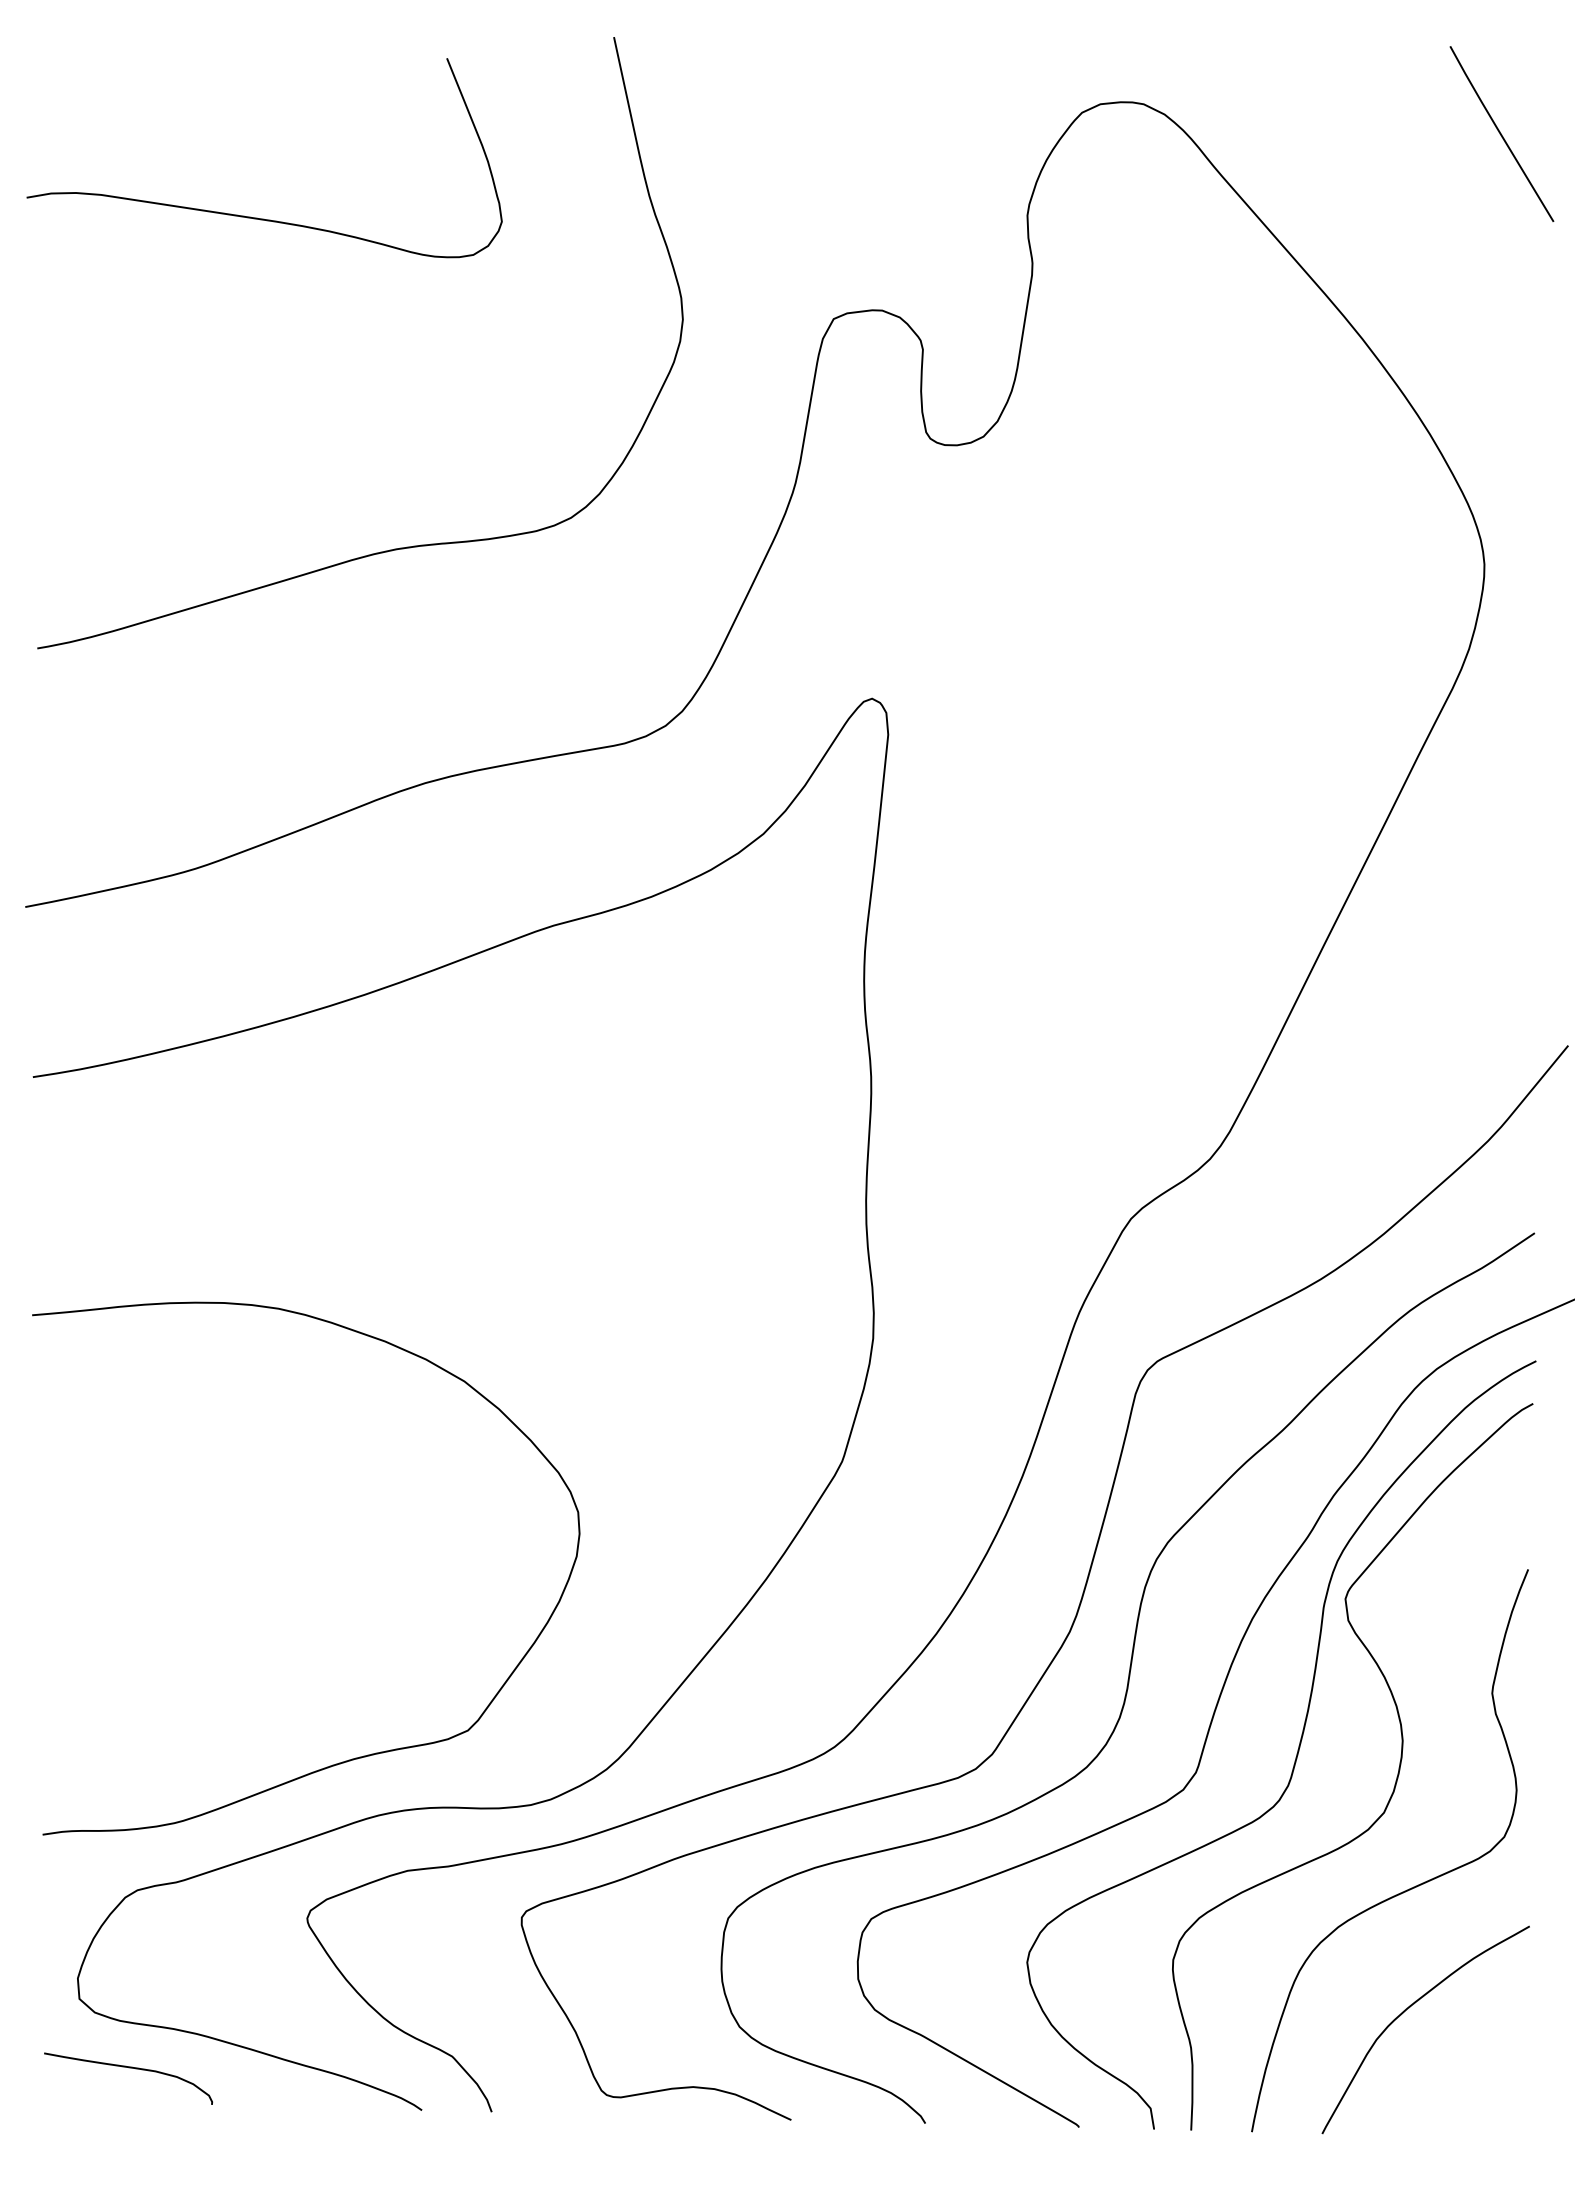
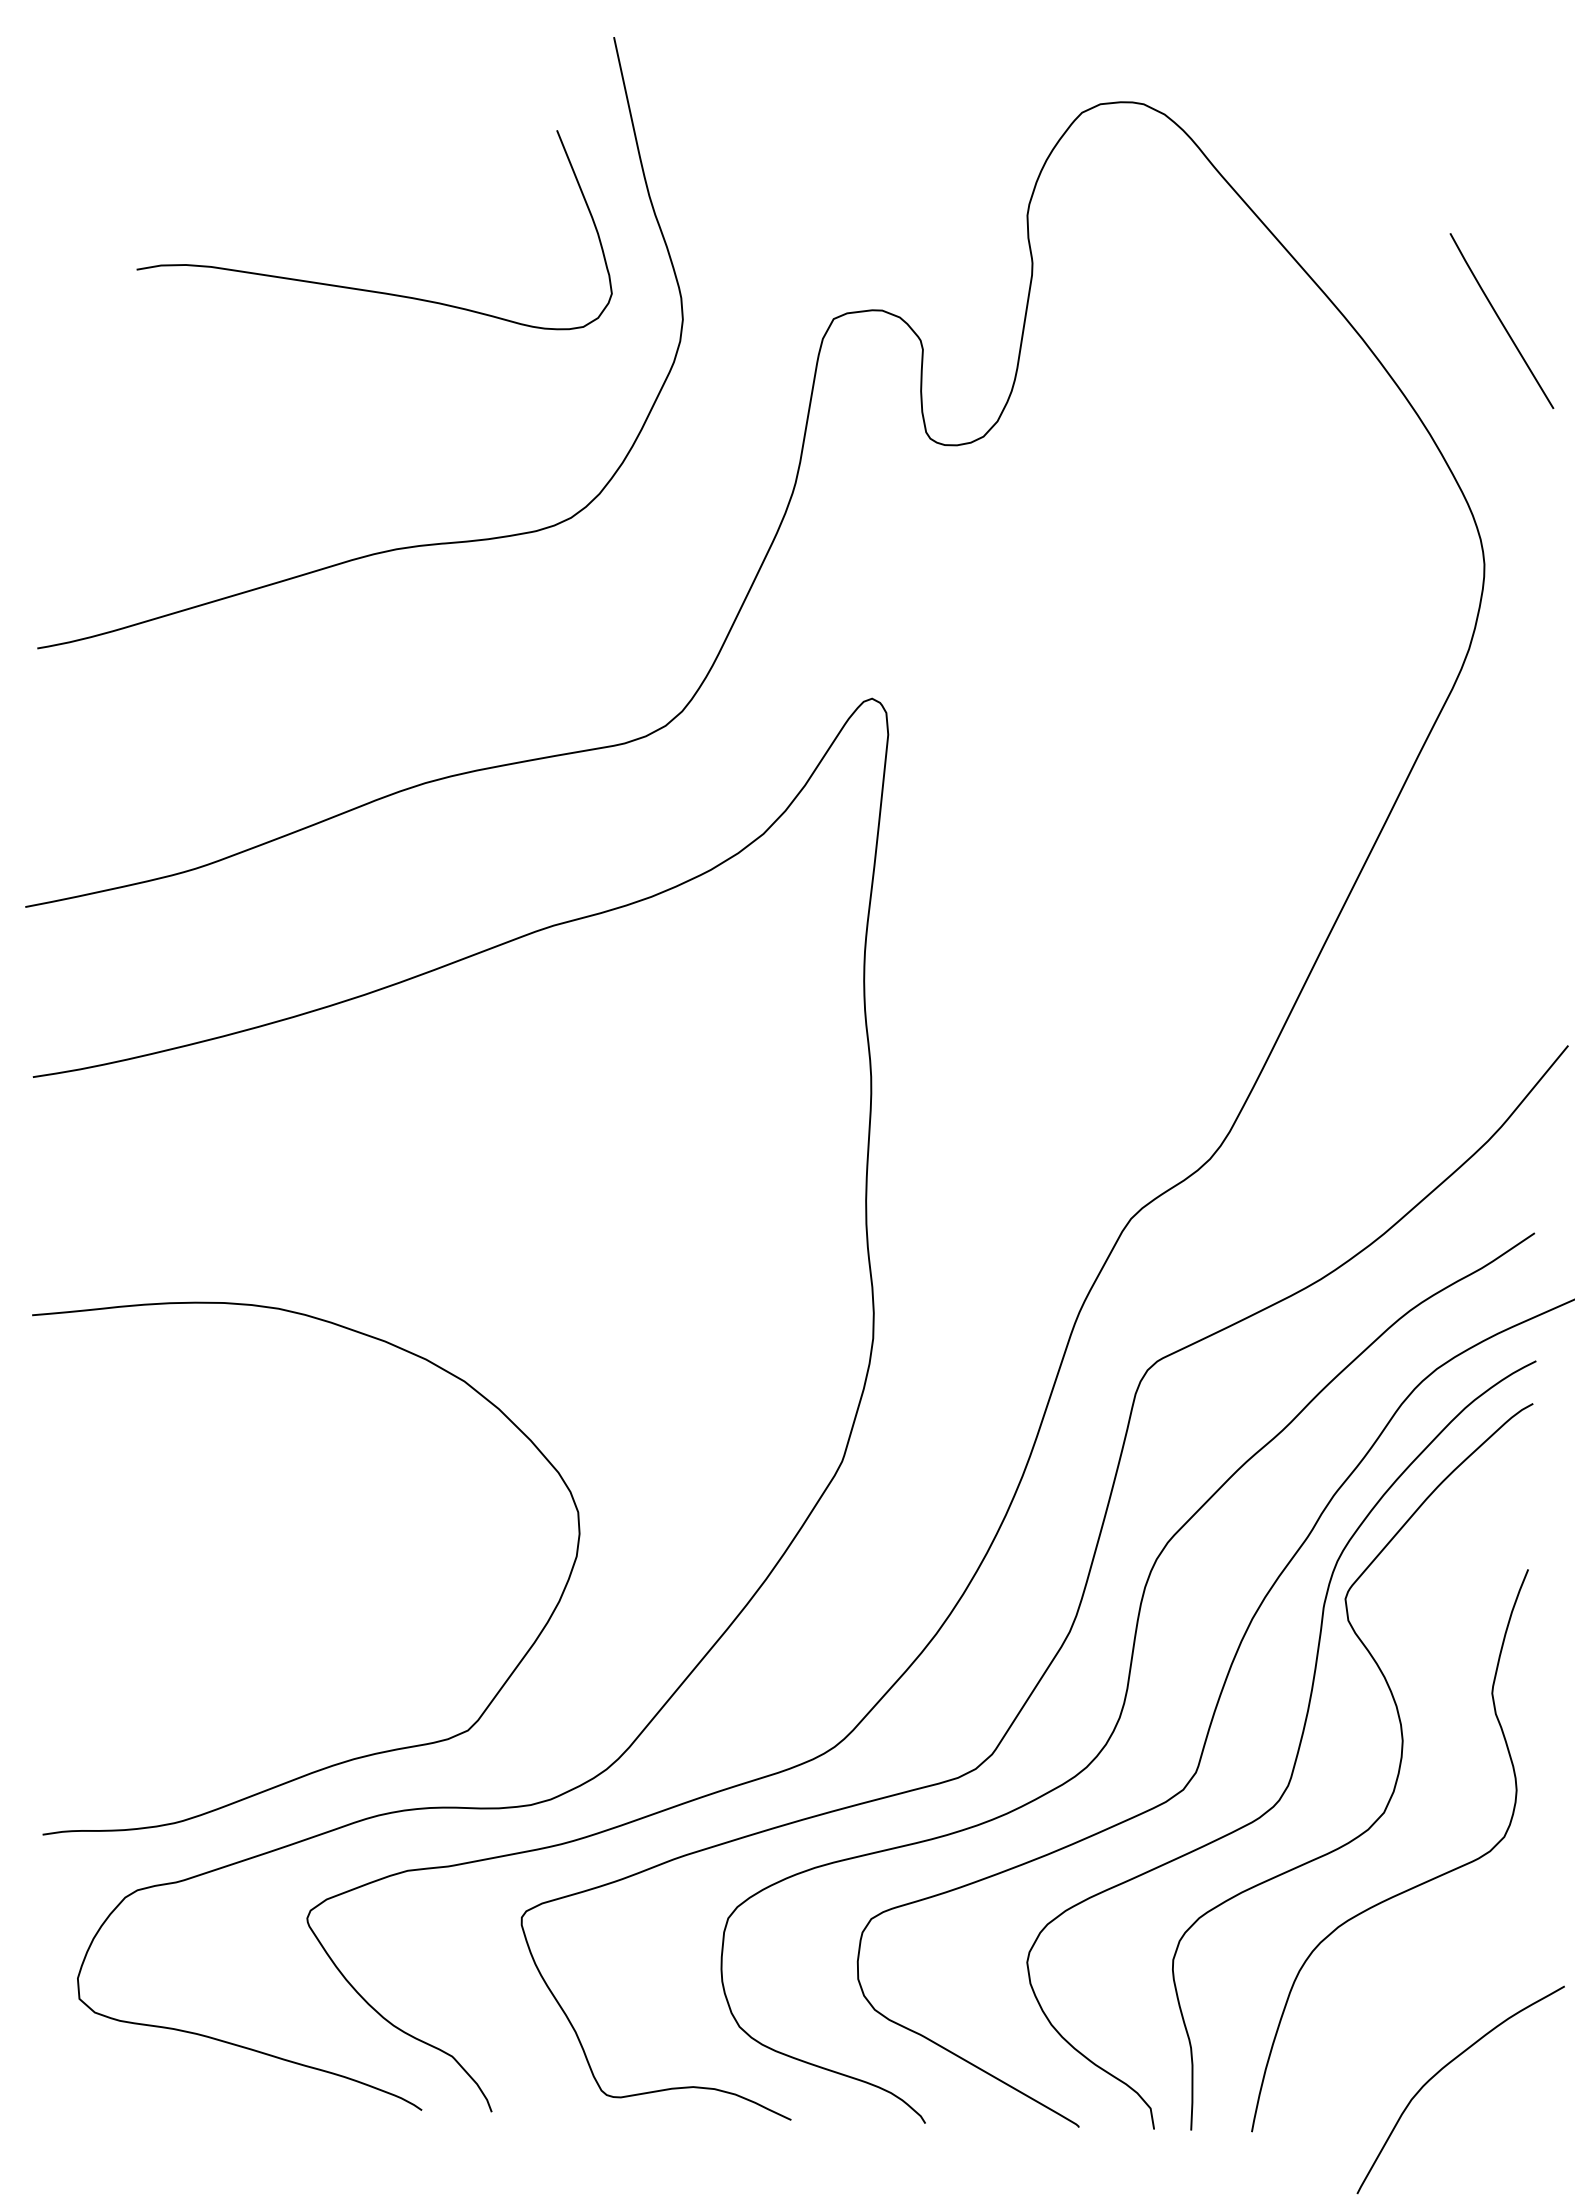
line at (1501, 133) position: (1501, 133) -> (1501, 320)
curve at (257, 217) position: (257, 217) -> (367, 289)
curve at (1409, 2008) position: (1409, 2008) -> (1444, 2068)
curve at (128, 2068): present -> none
